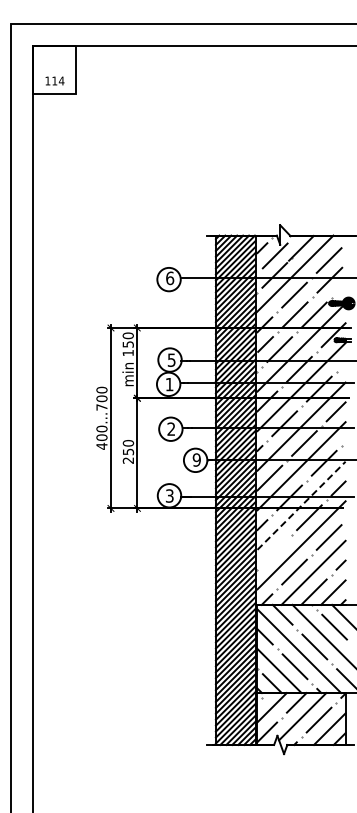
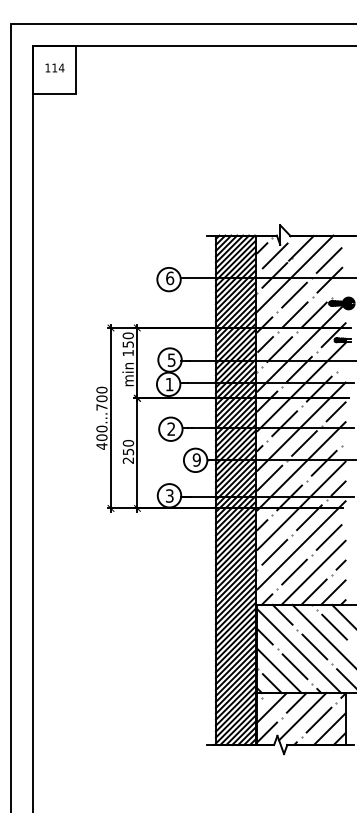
text at (54, 80) position: (54, 80) -> (54, 67)
line at (301, 505): dashed -> solid
line at (274, 551): none -> present
